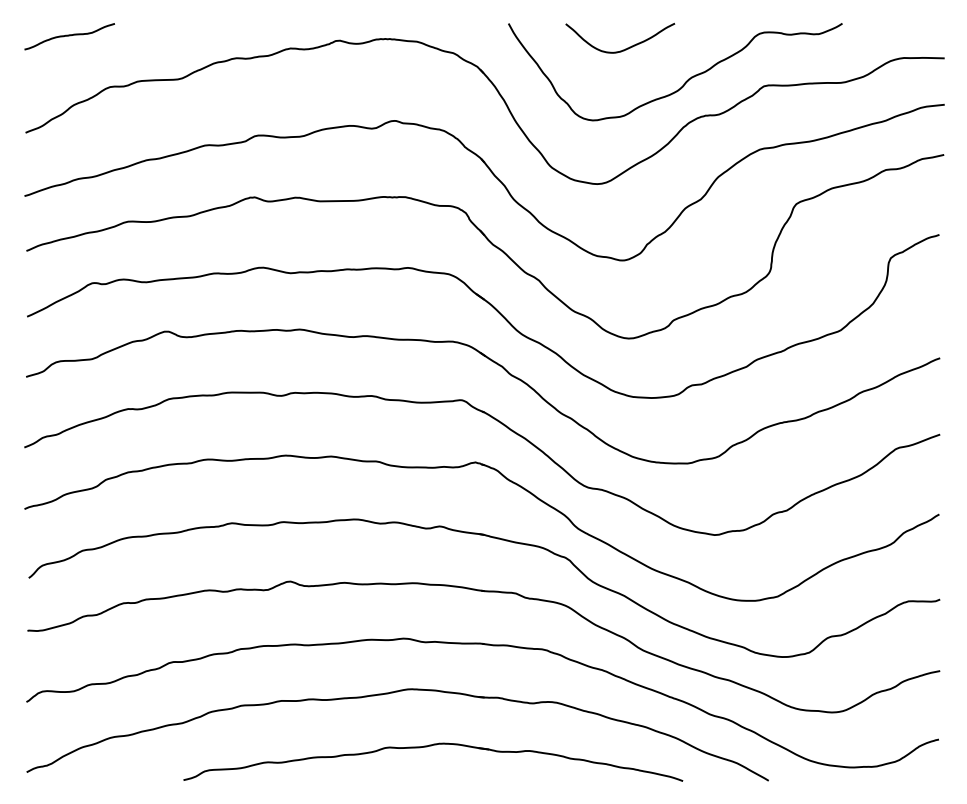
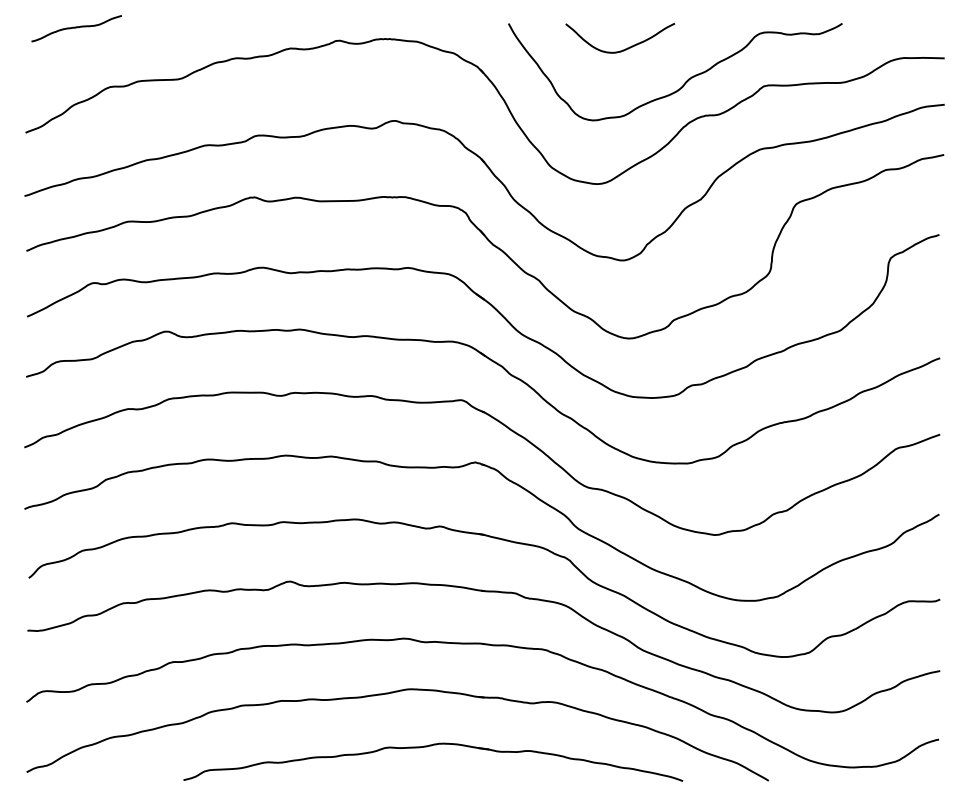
curve at (69, 36) position: (69, 36) -> (76, 28)
